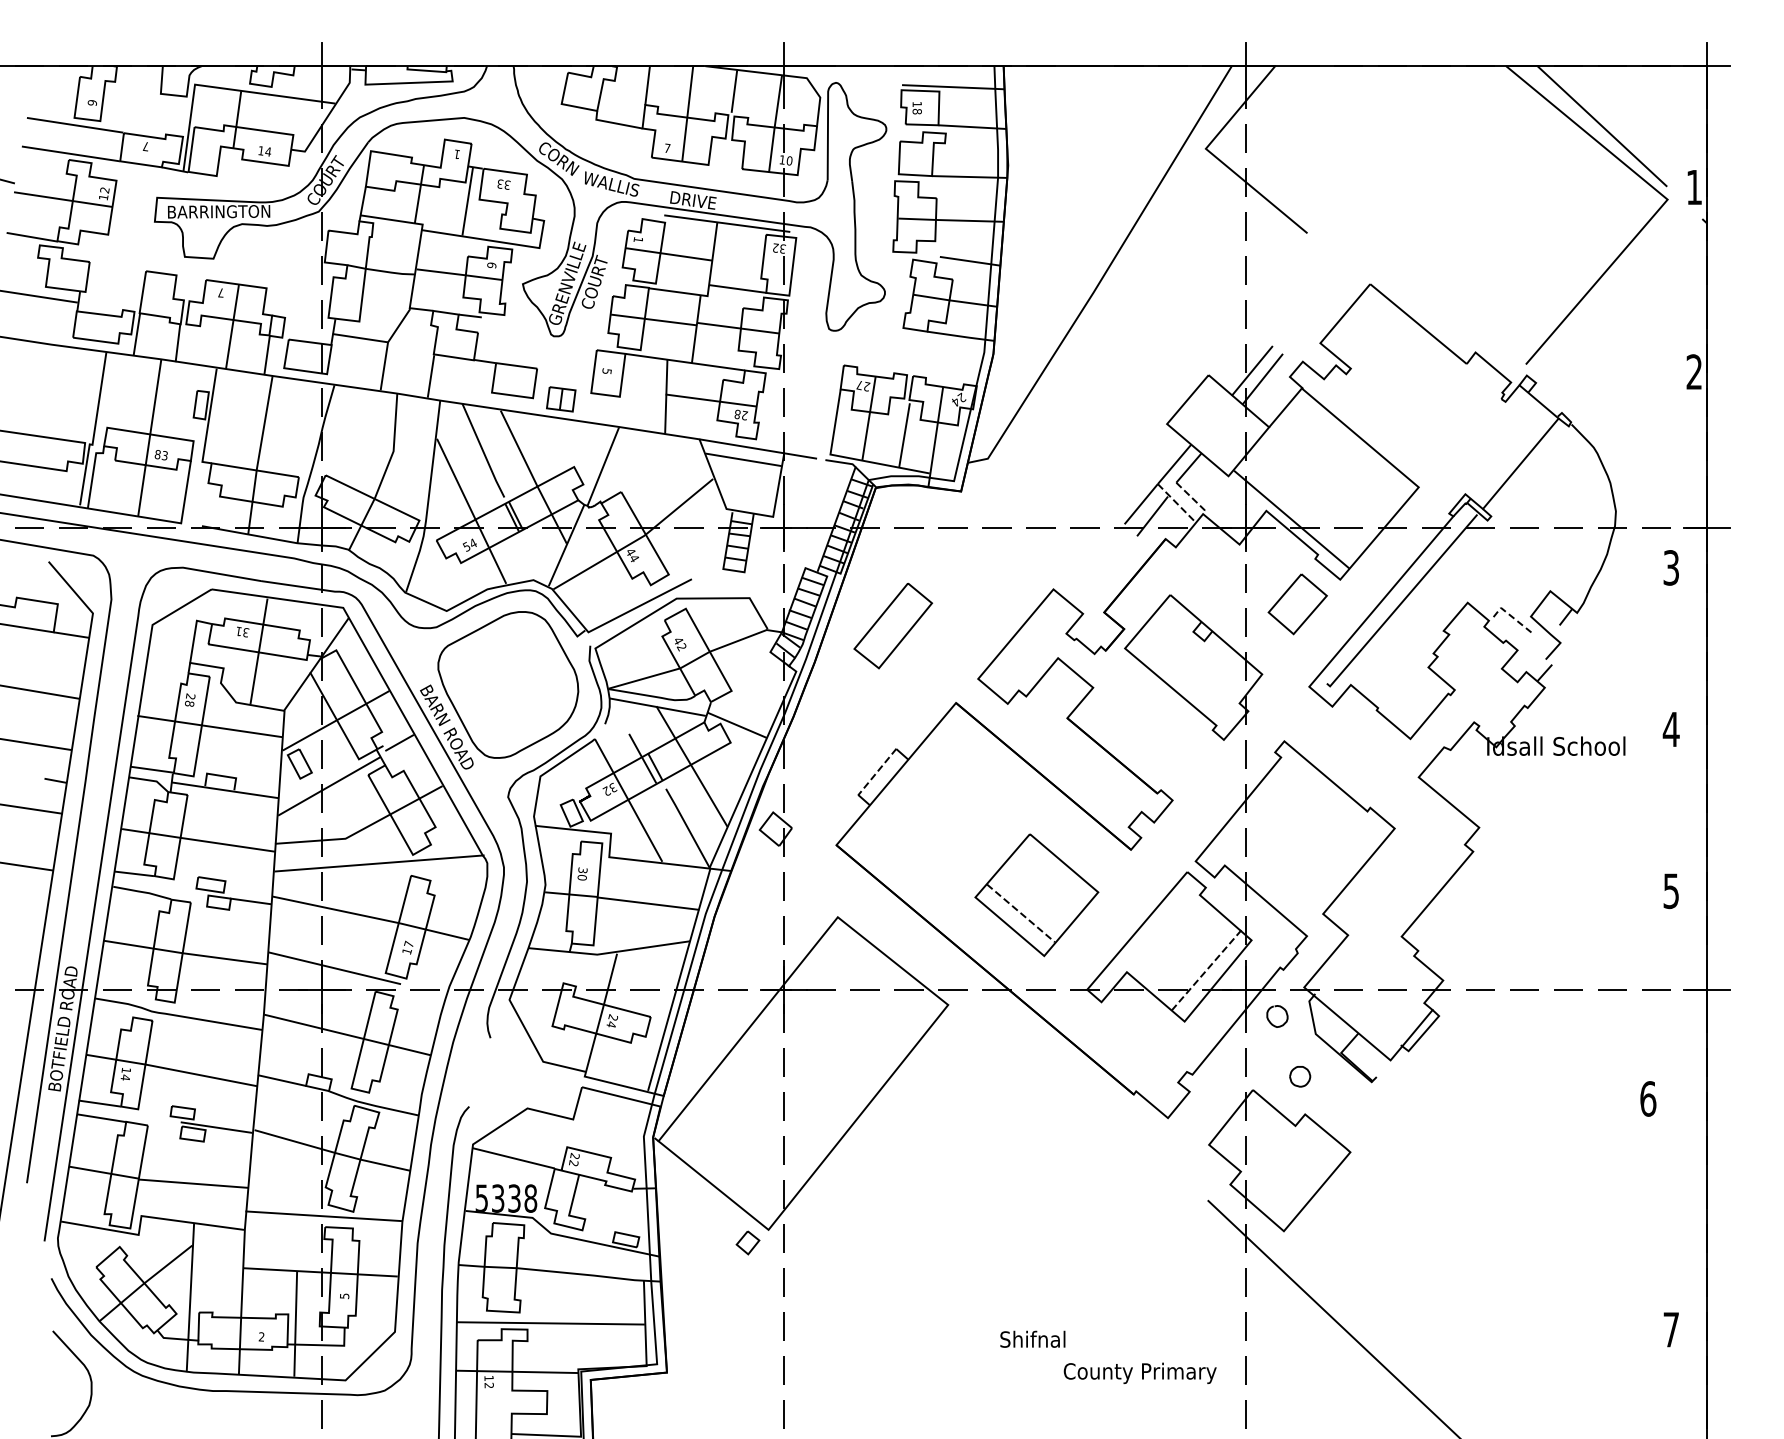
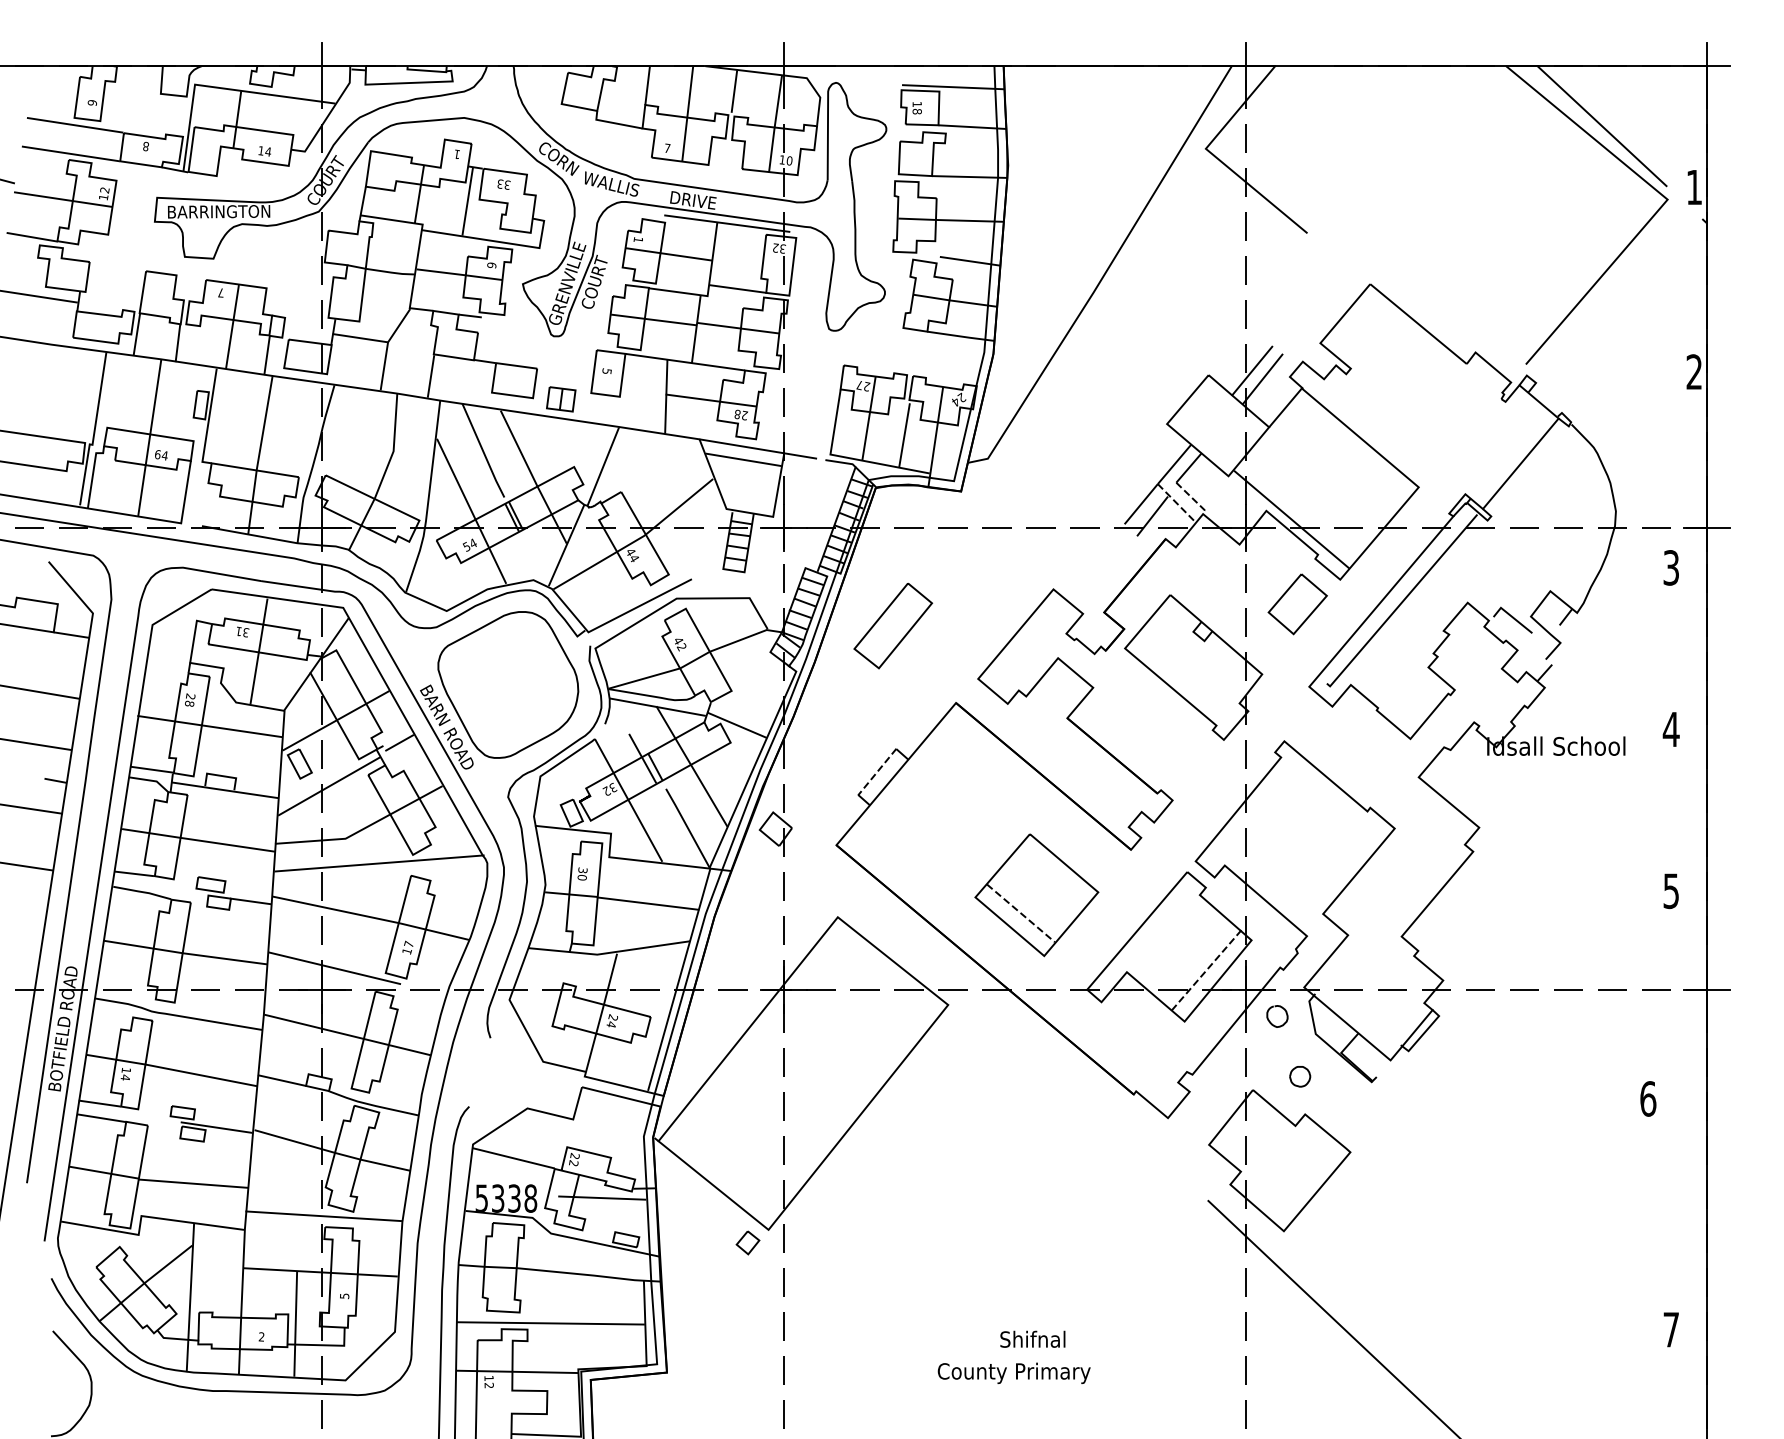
text at (145, 146): 7 -> 8
text at (160, 455): 83 -> 64
line at (1511, 616): dashed -> solid
line at (602, 1197): none -> present
text at (1139, 1372) position: (1139, 1372) -> (1013, 1372)
